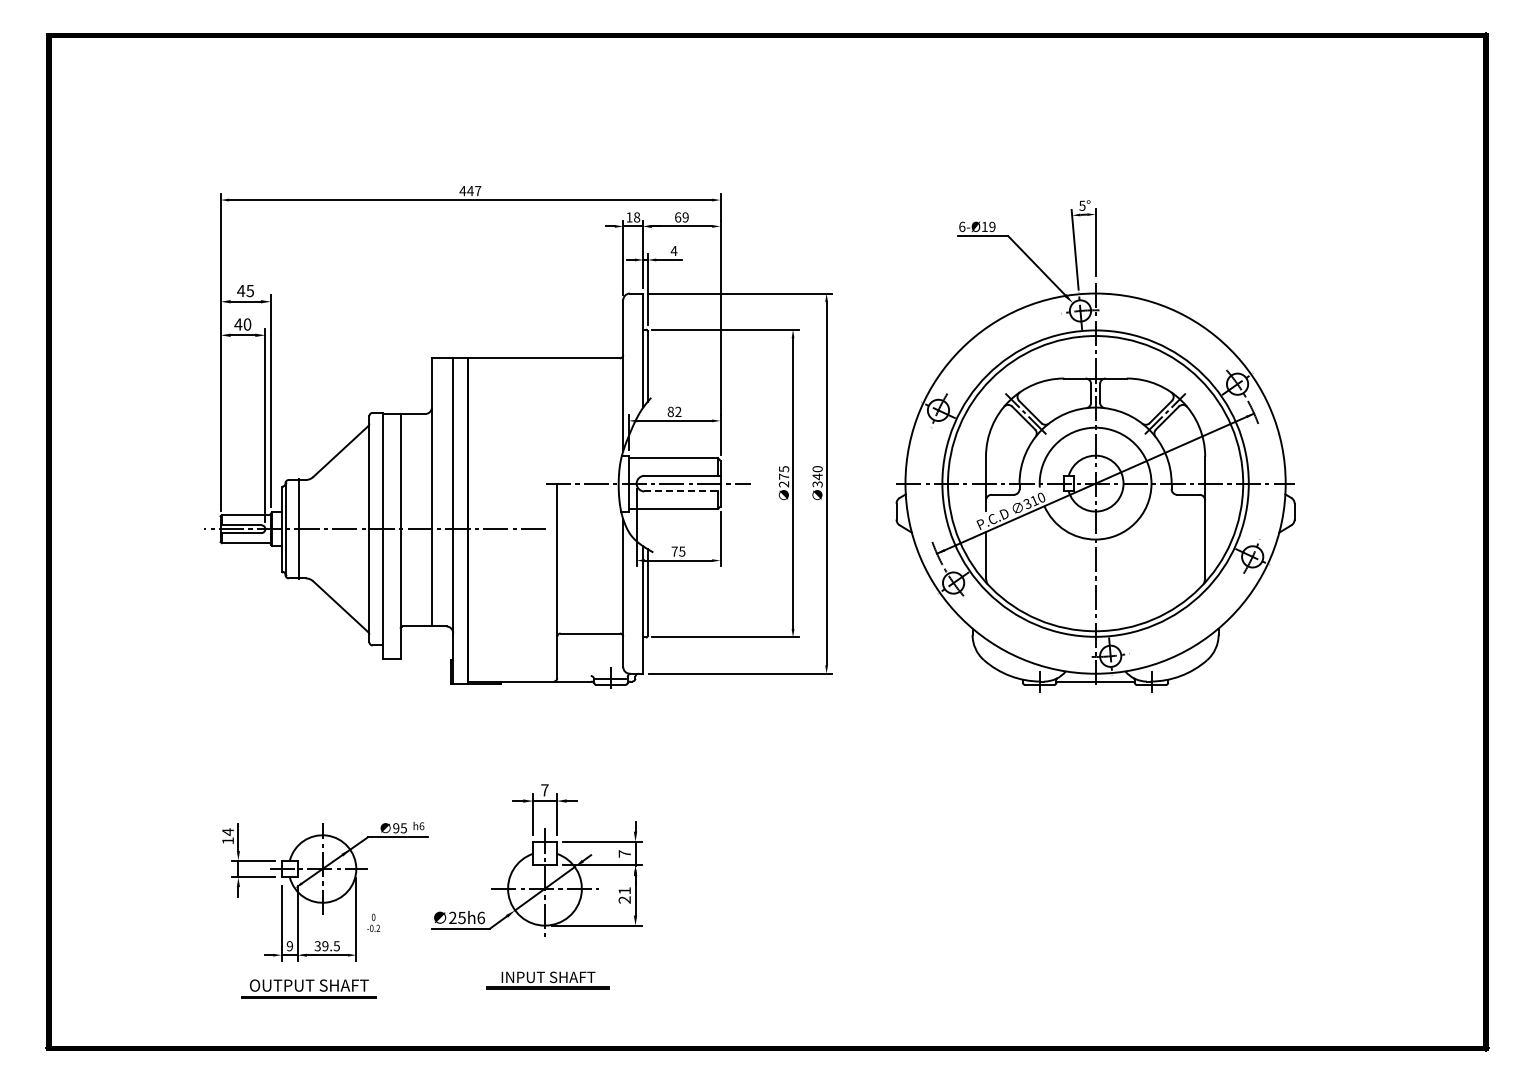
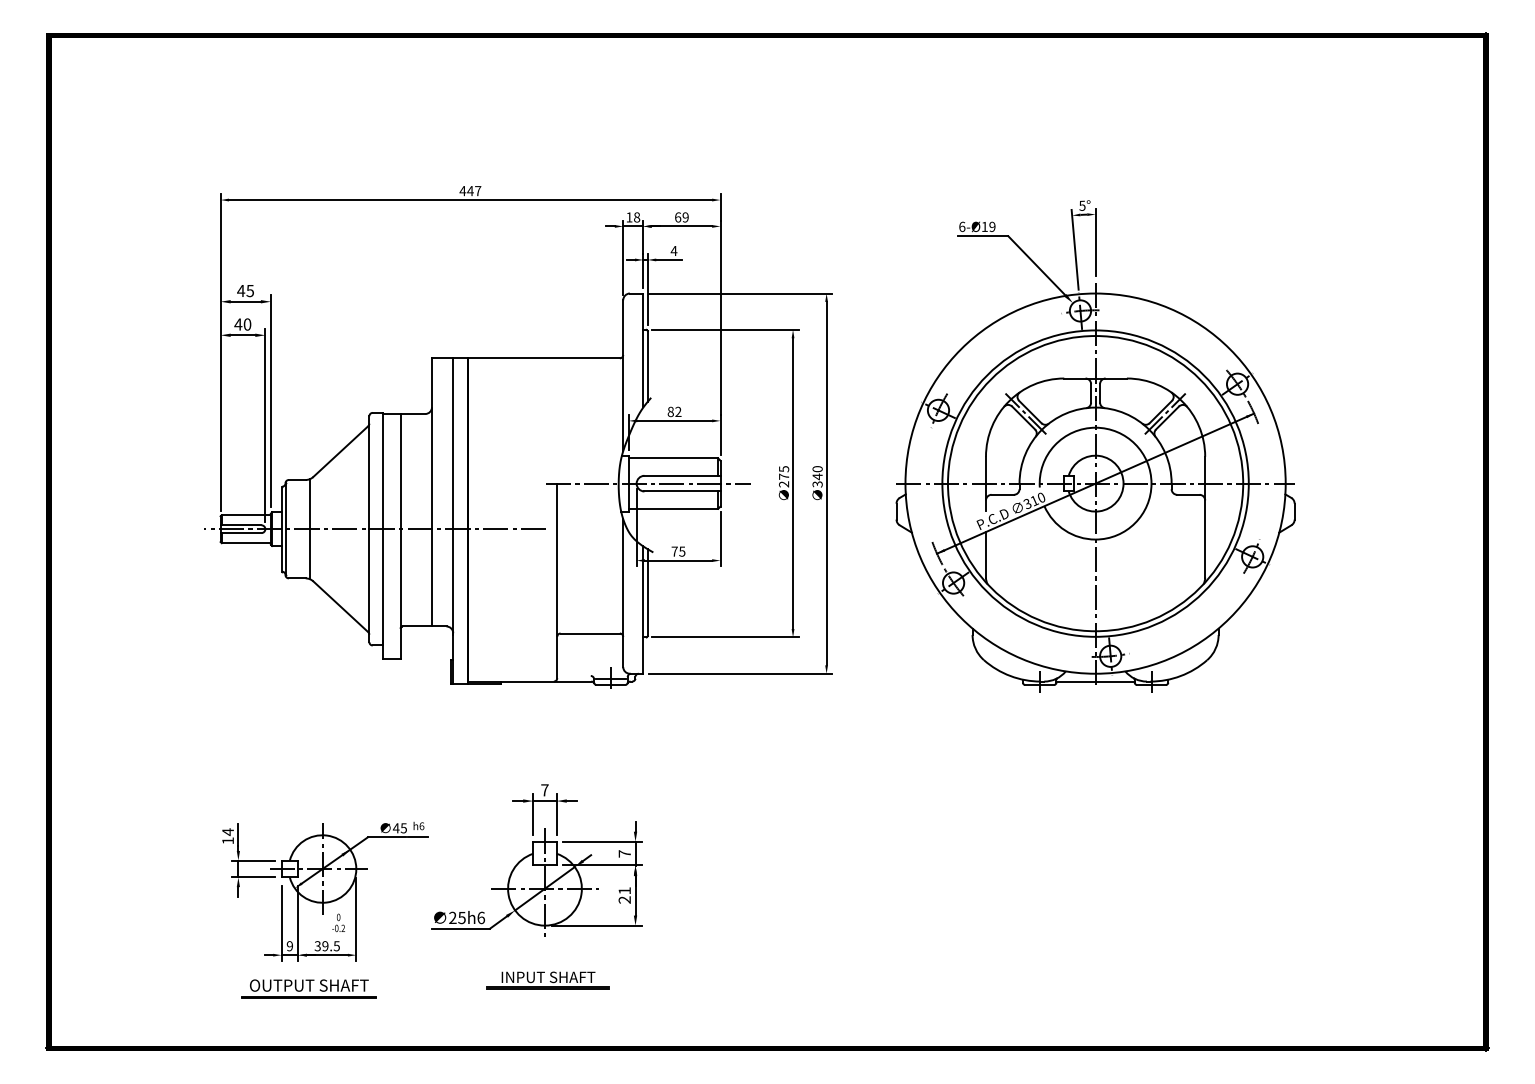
line at (682, 491): dashed -> solid
line at (299, 529) position: (299, 529) -> (310, 529)
text at (395, 828): 95 -> 45
text at (373, 922) position: (373, 922) -> (338, 922)
